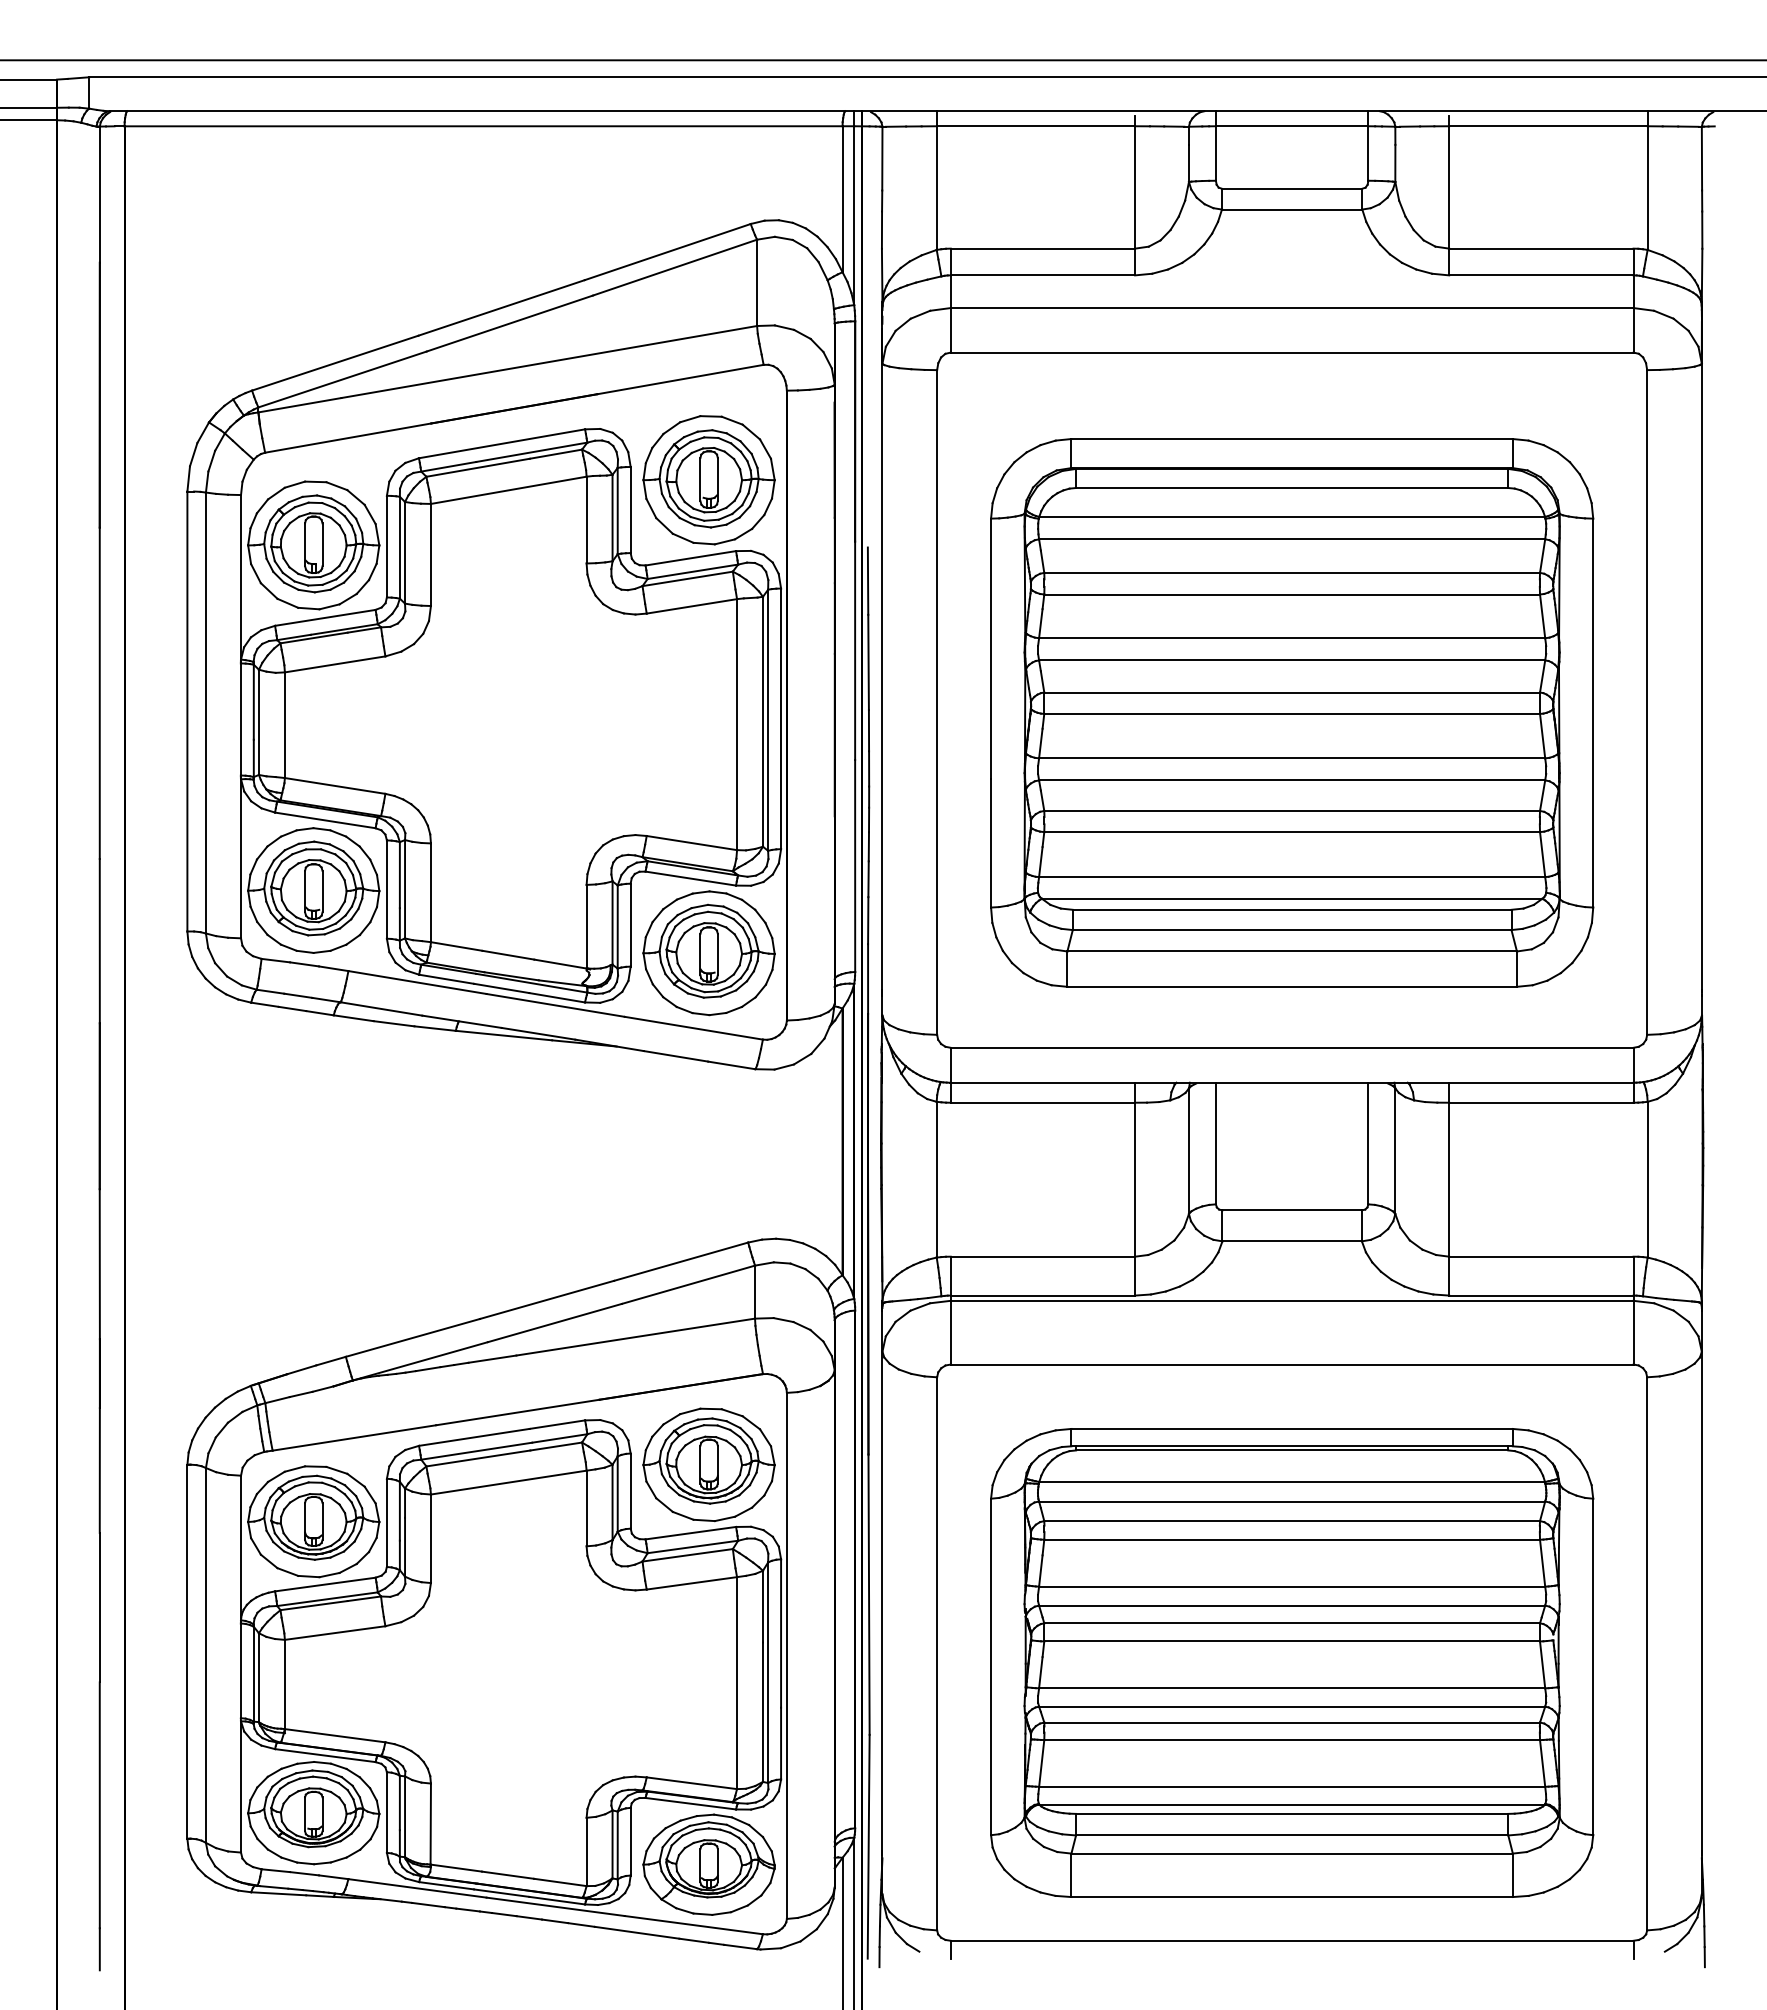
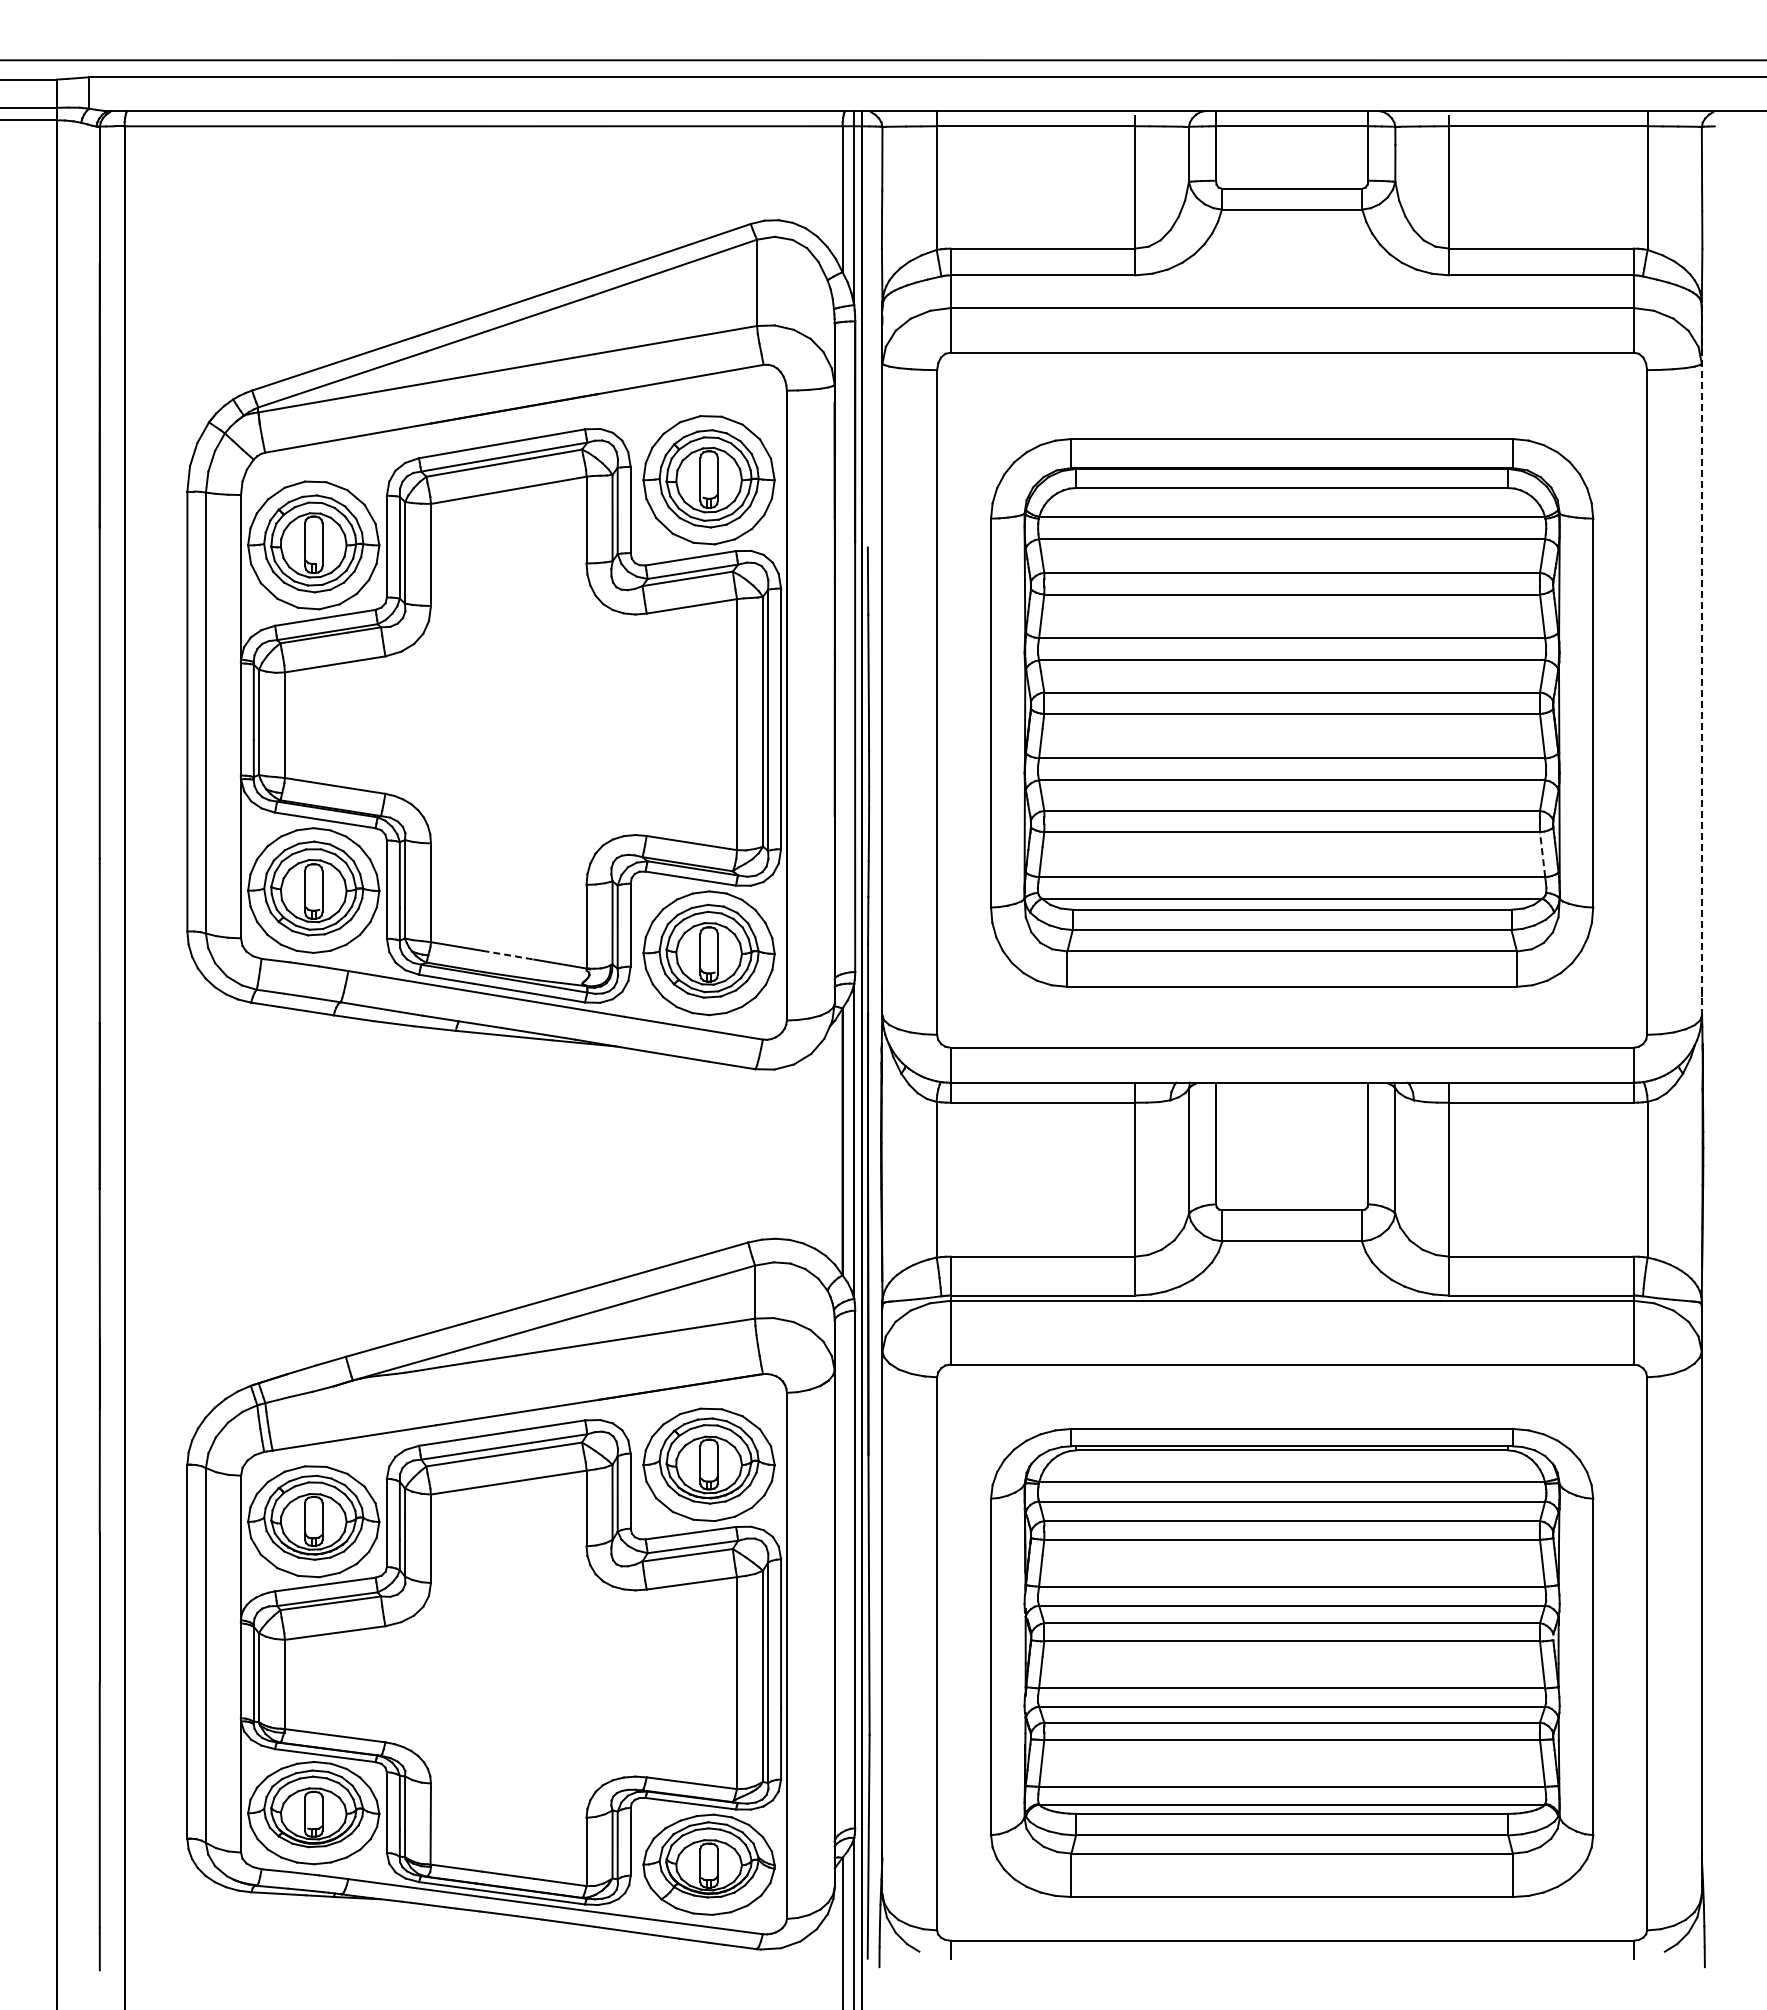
line at (1701, 659): solid -> dashed
line at (1542, 854): solid -> dashed
line at (508, 955): solid -> dashed
